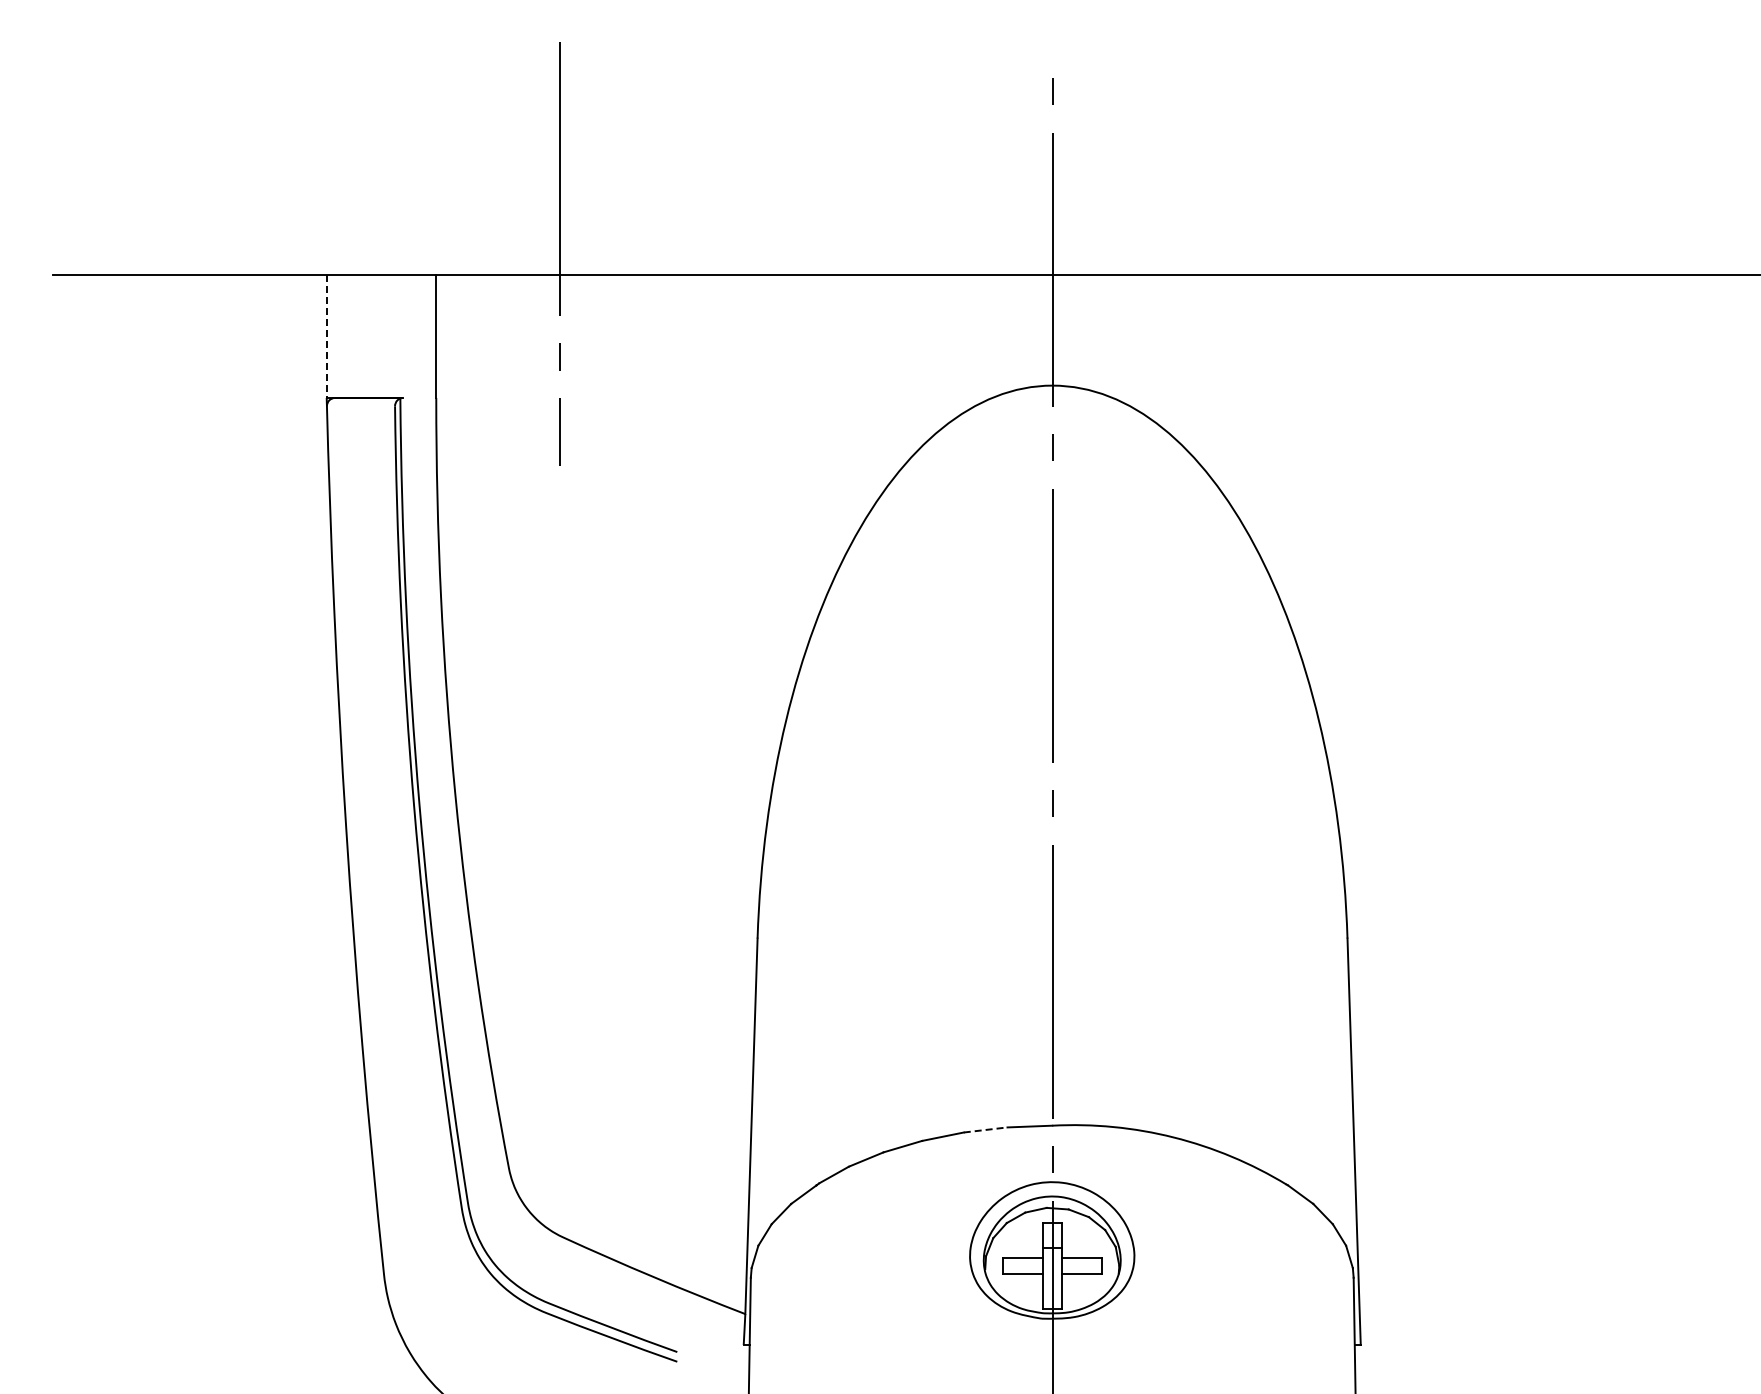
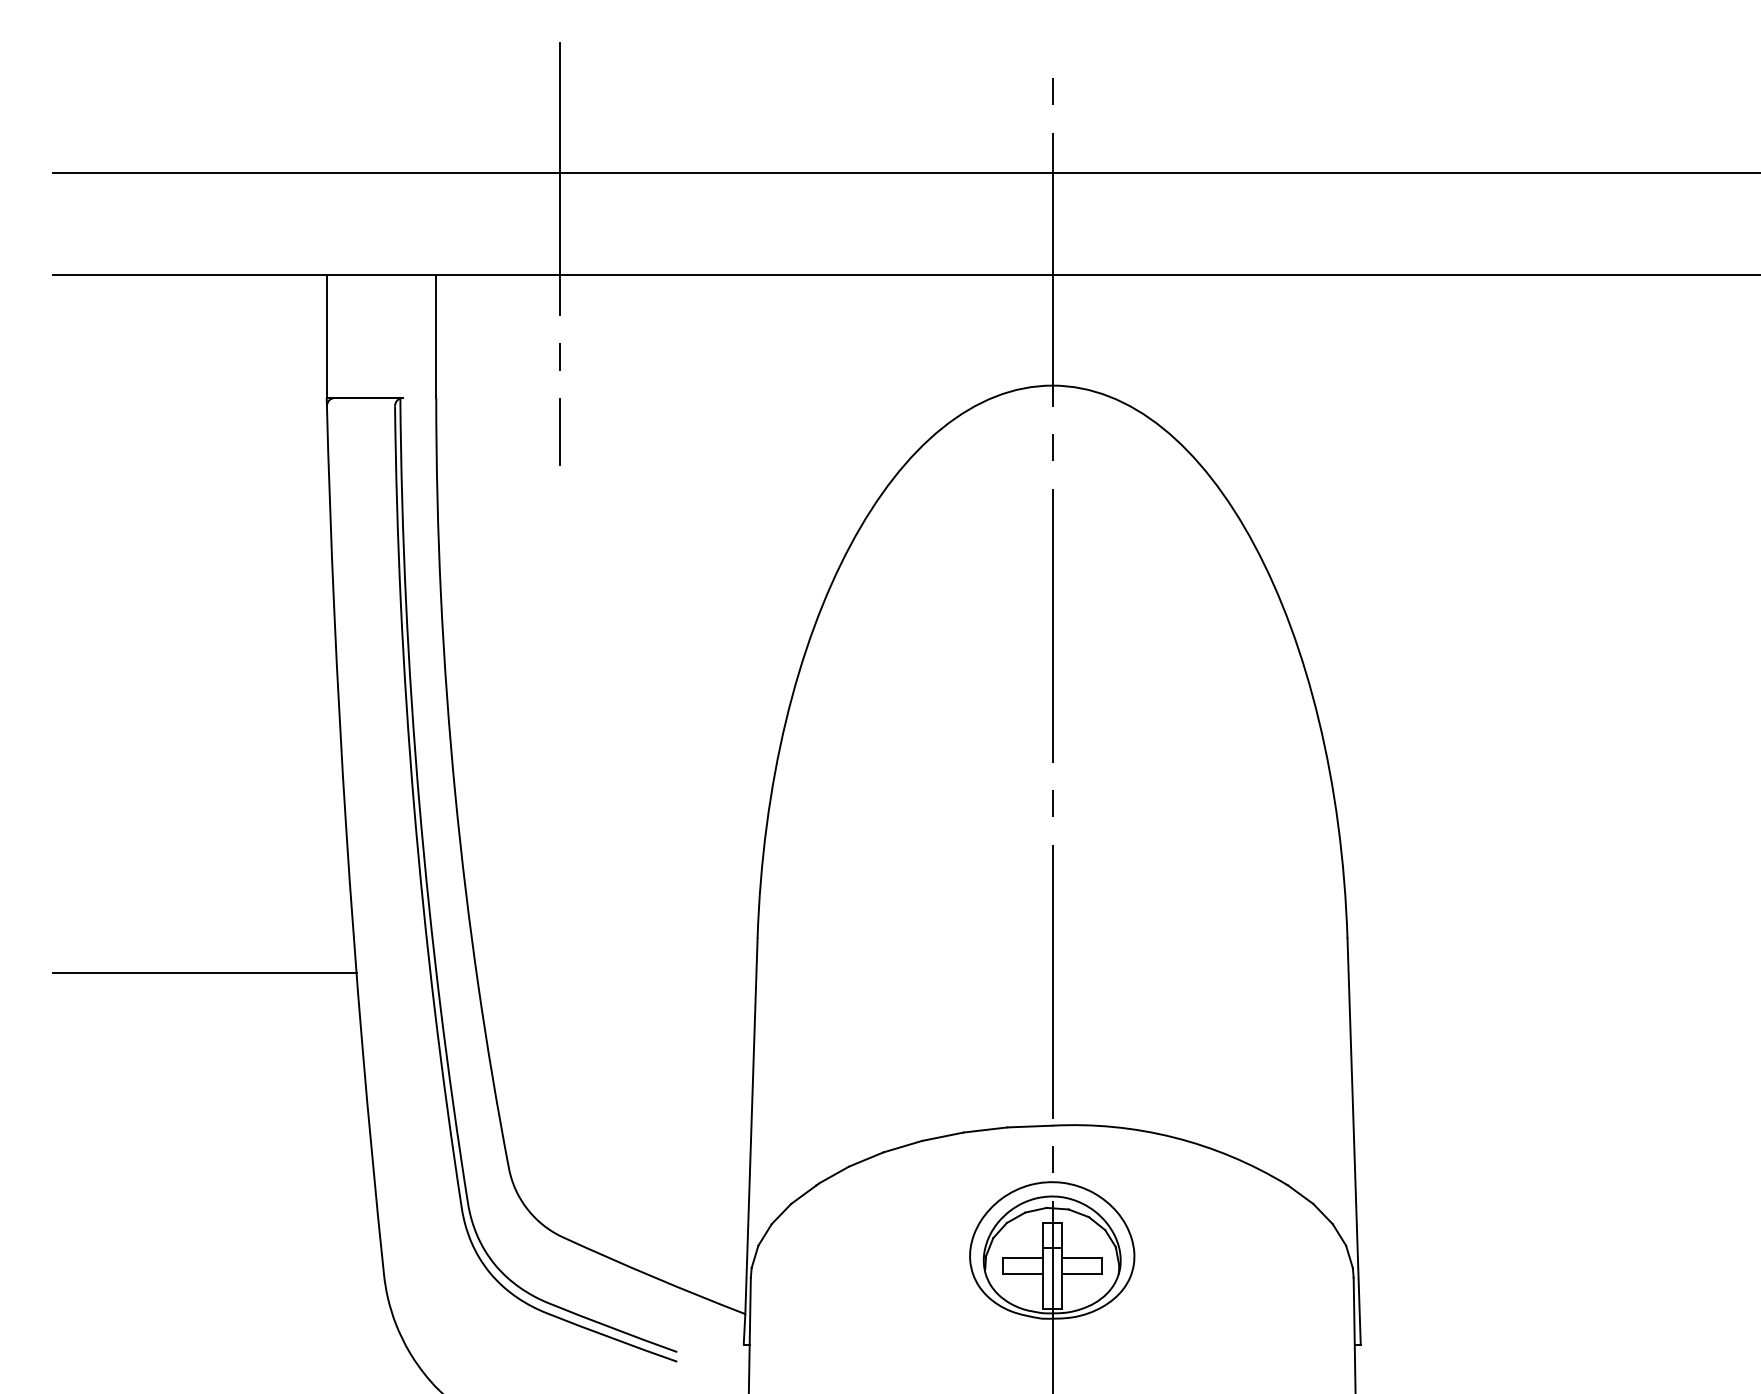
line at (904, 173): none -> present
line at (326, 336): dashed -> solid
line at (204, 973): none -> present
line at (986, 1129): dashed -> solid
